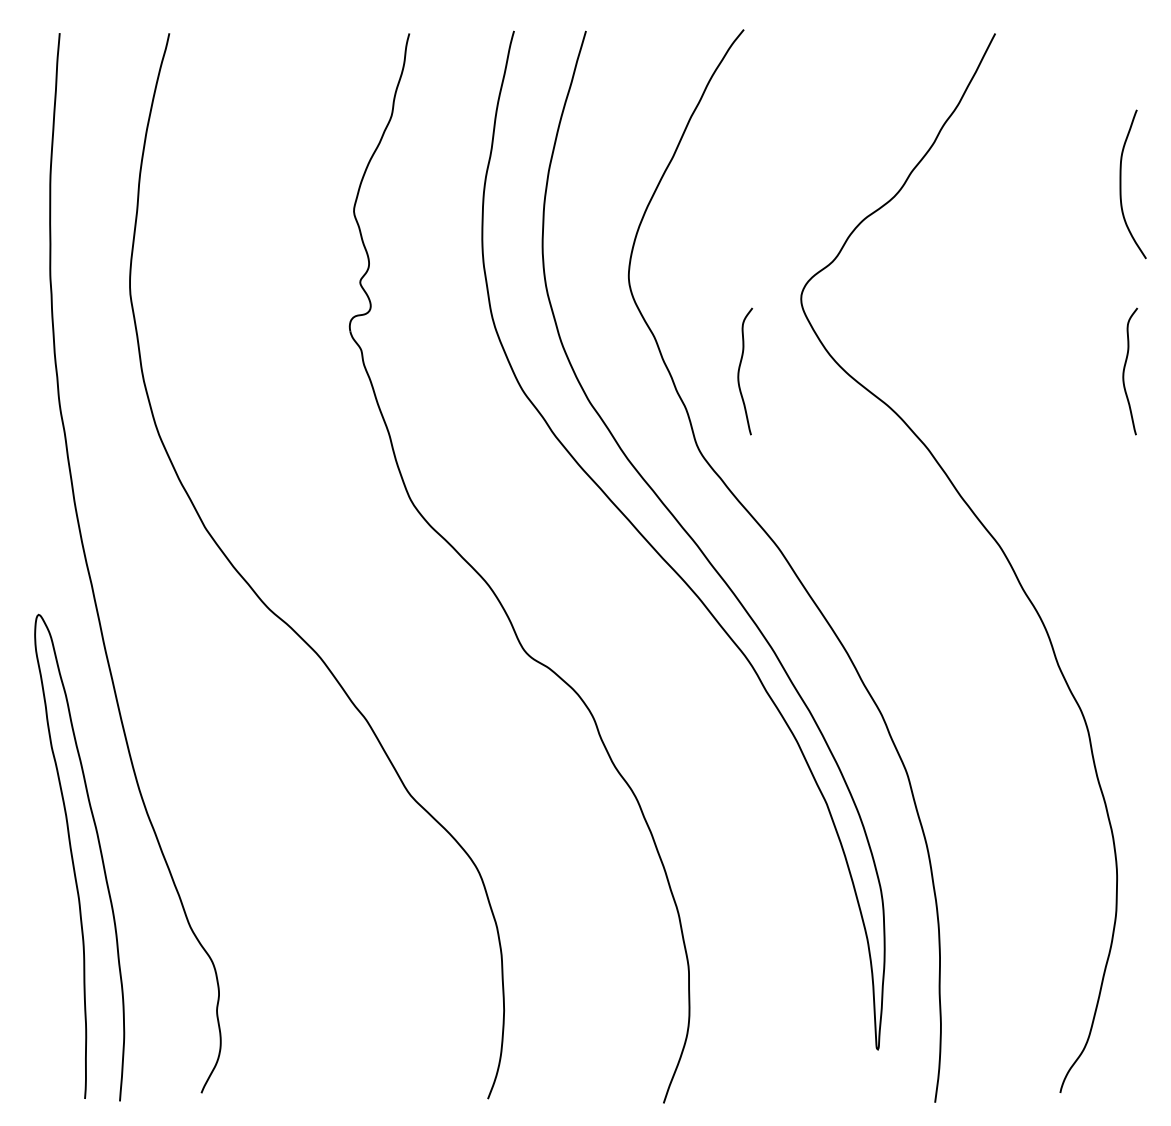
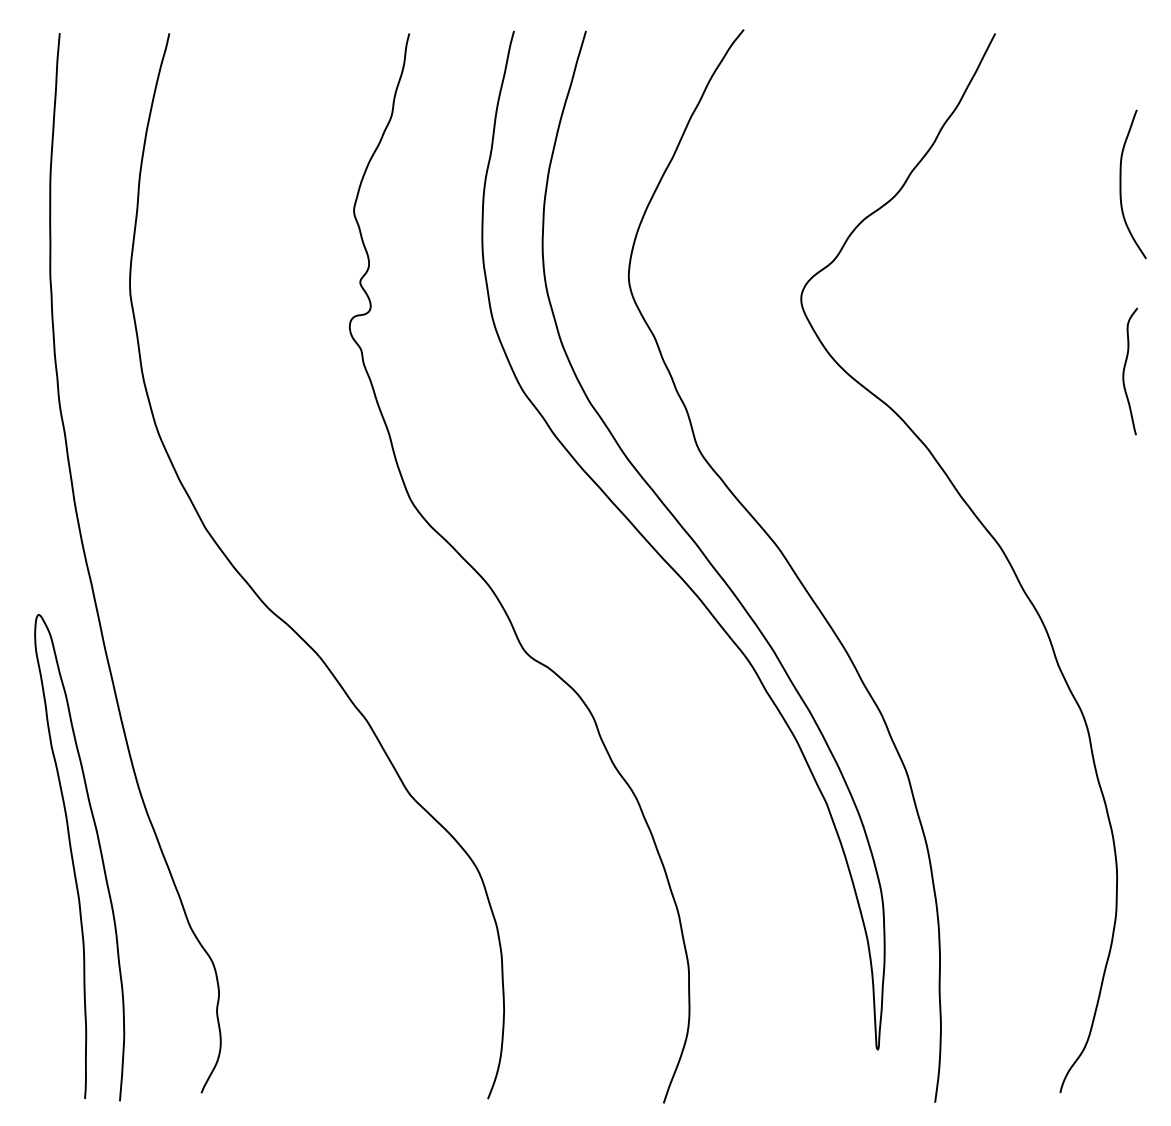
curve at (740, 368): present -> none
